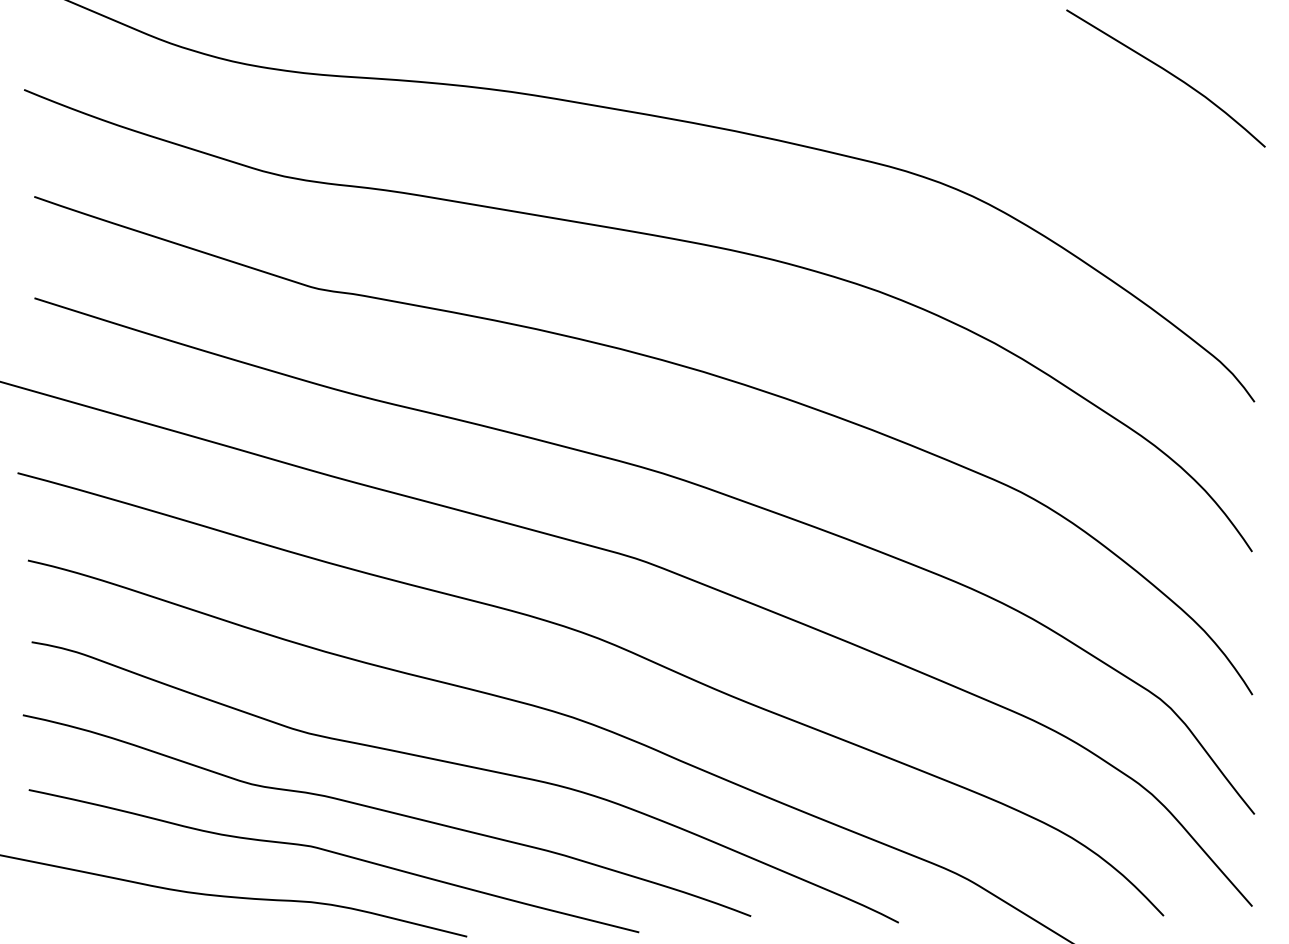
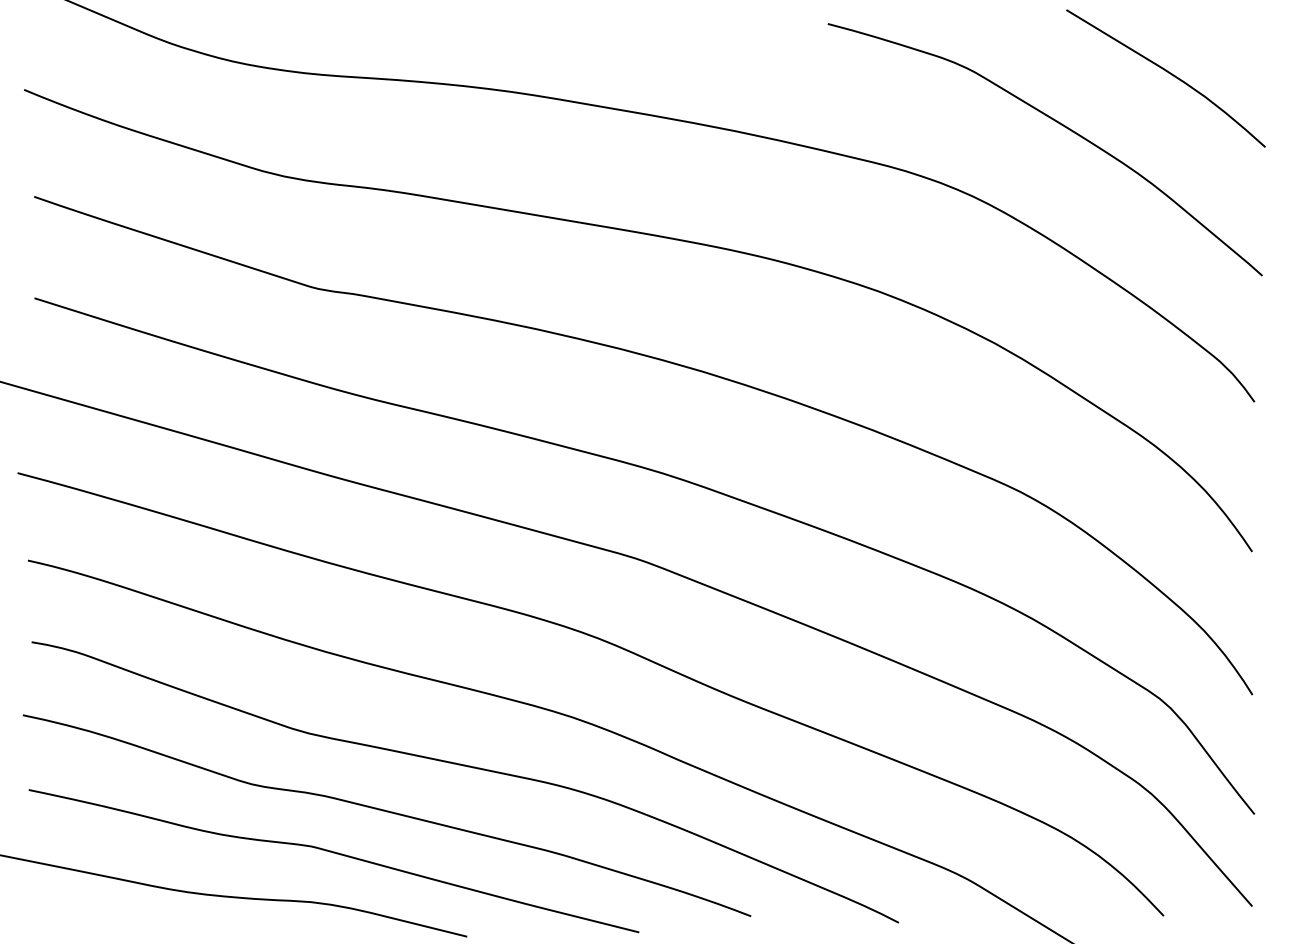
curve at (1059, 124): none -> present
